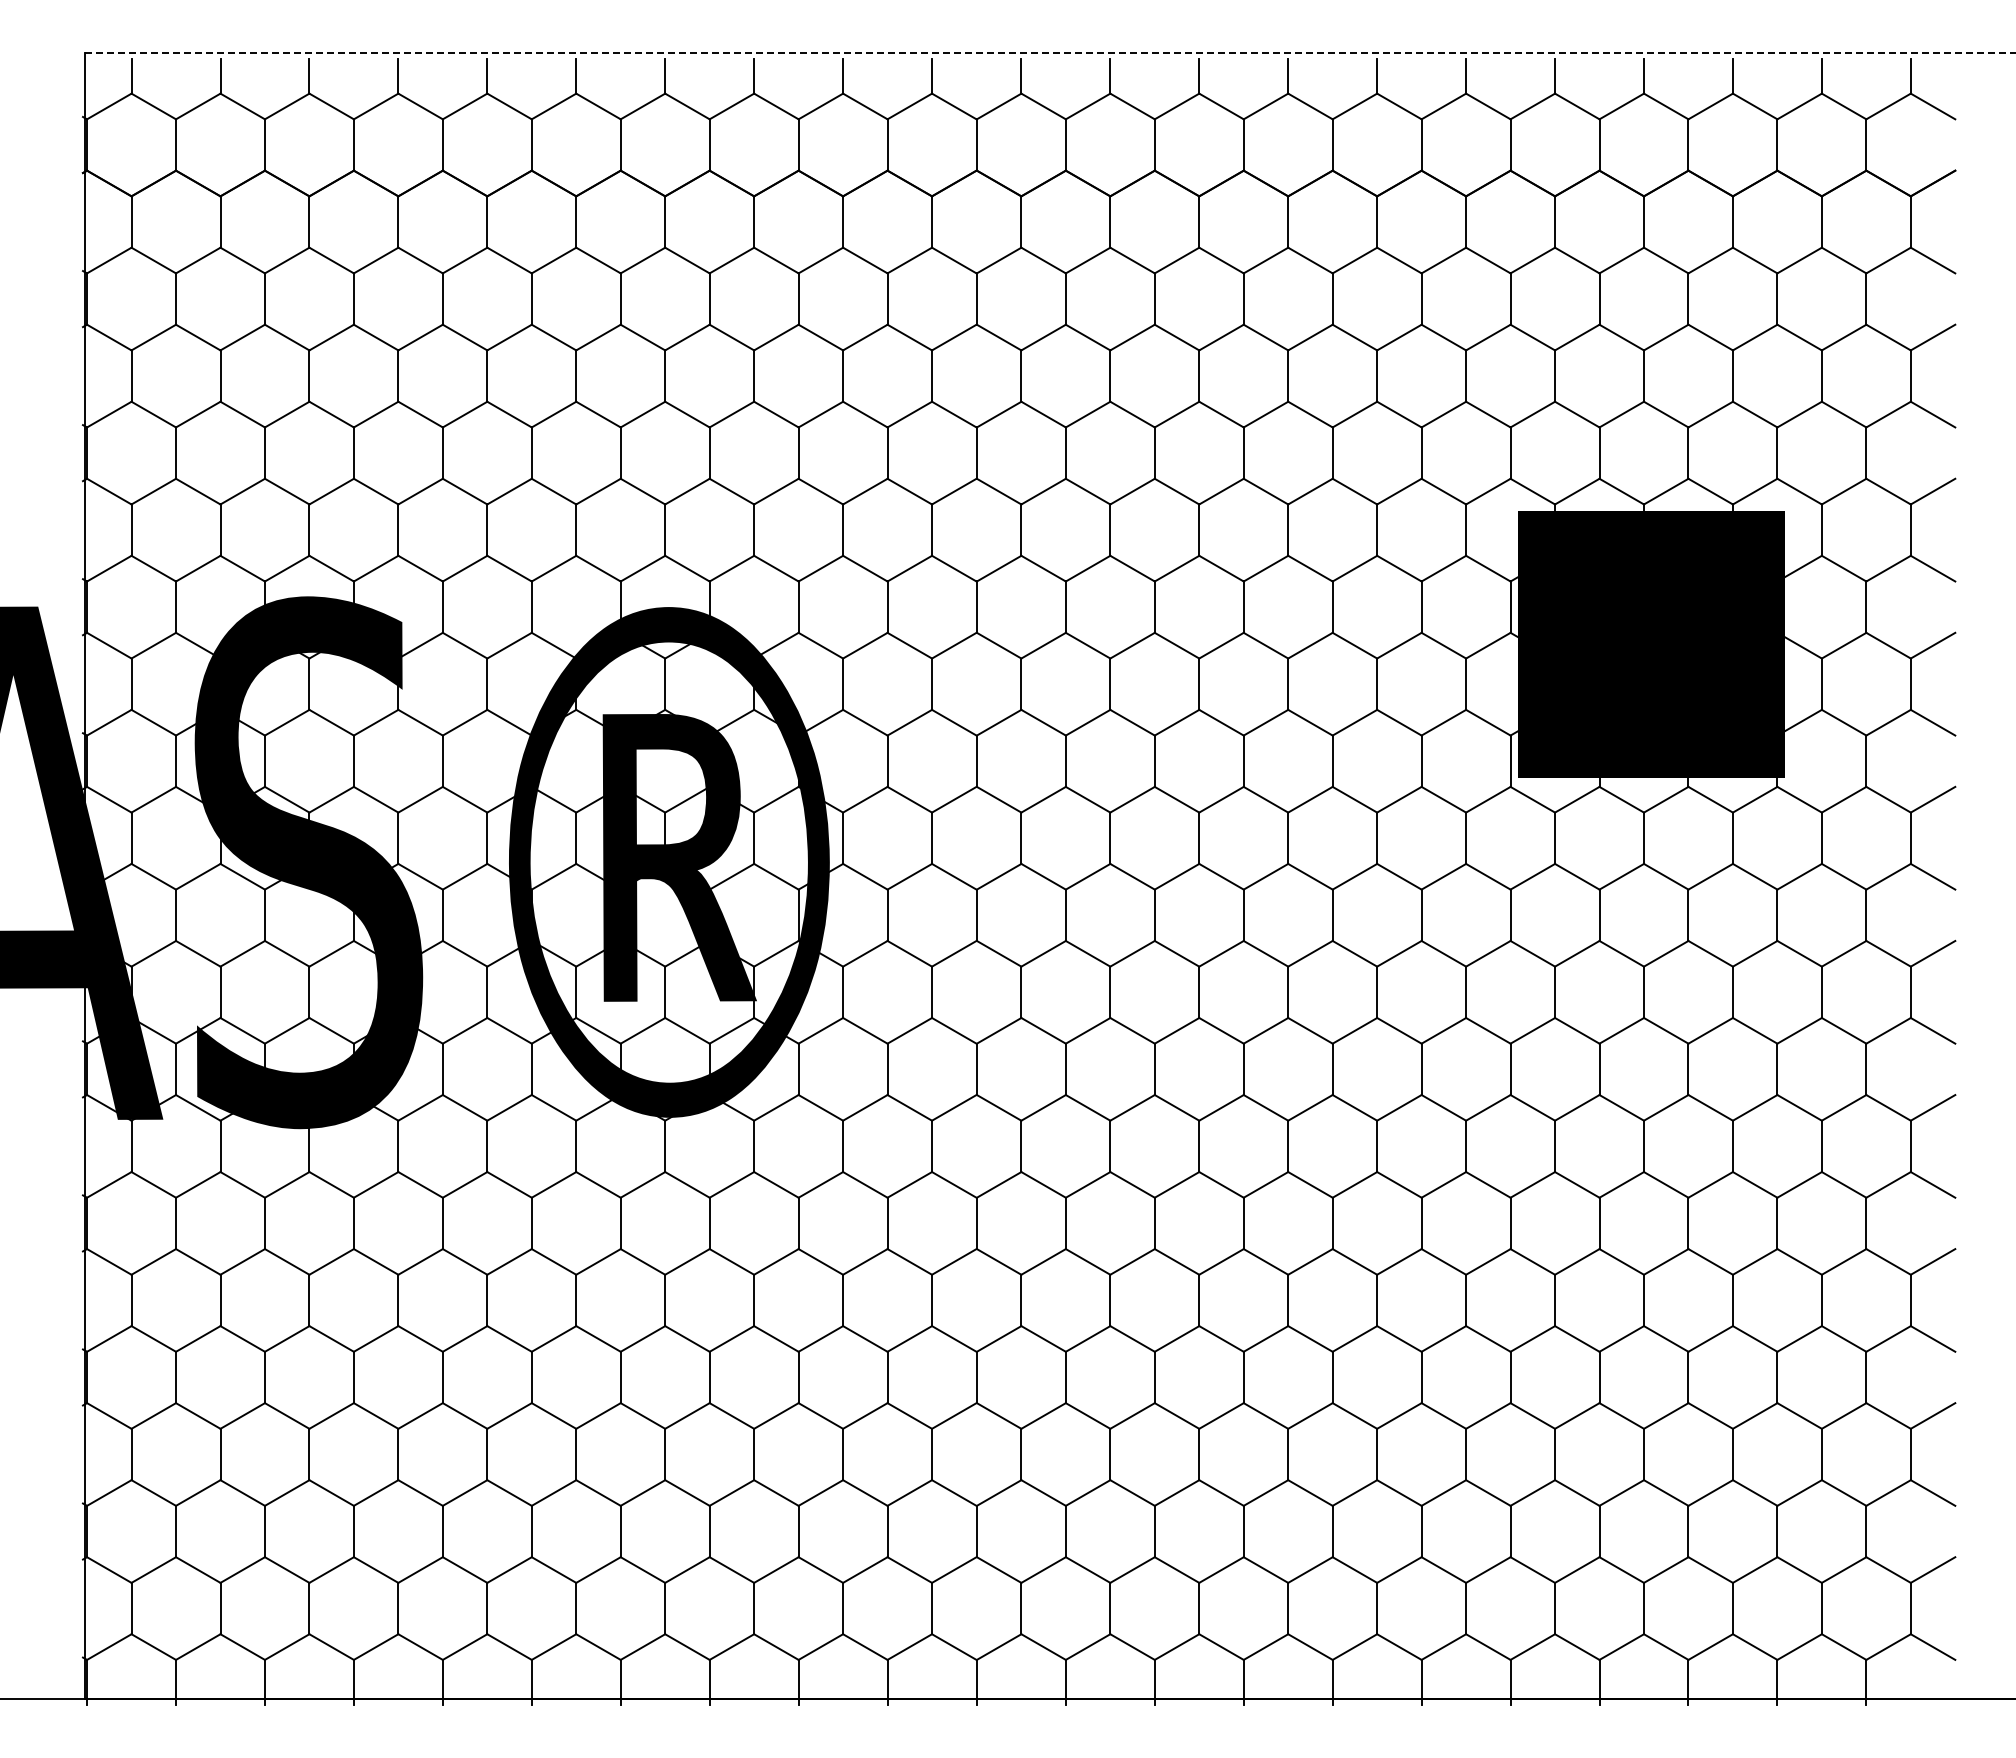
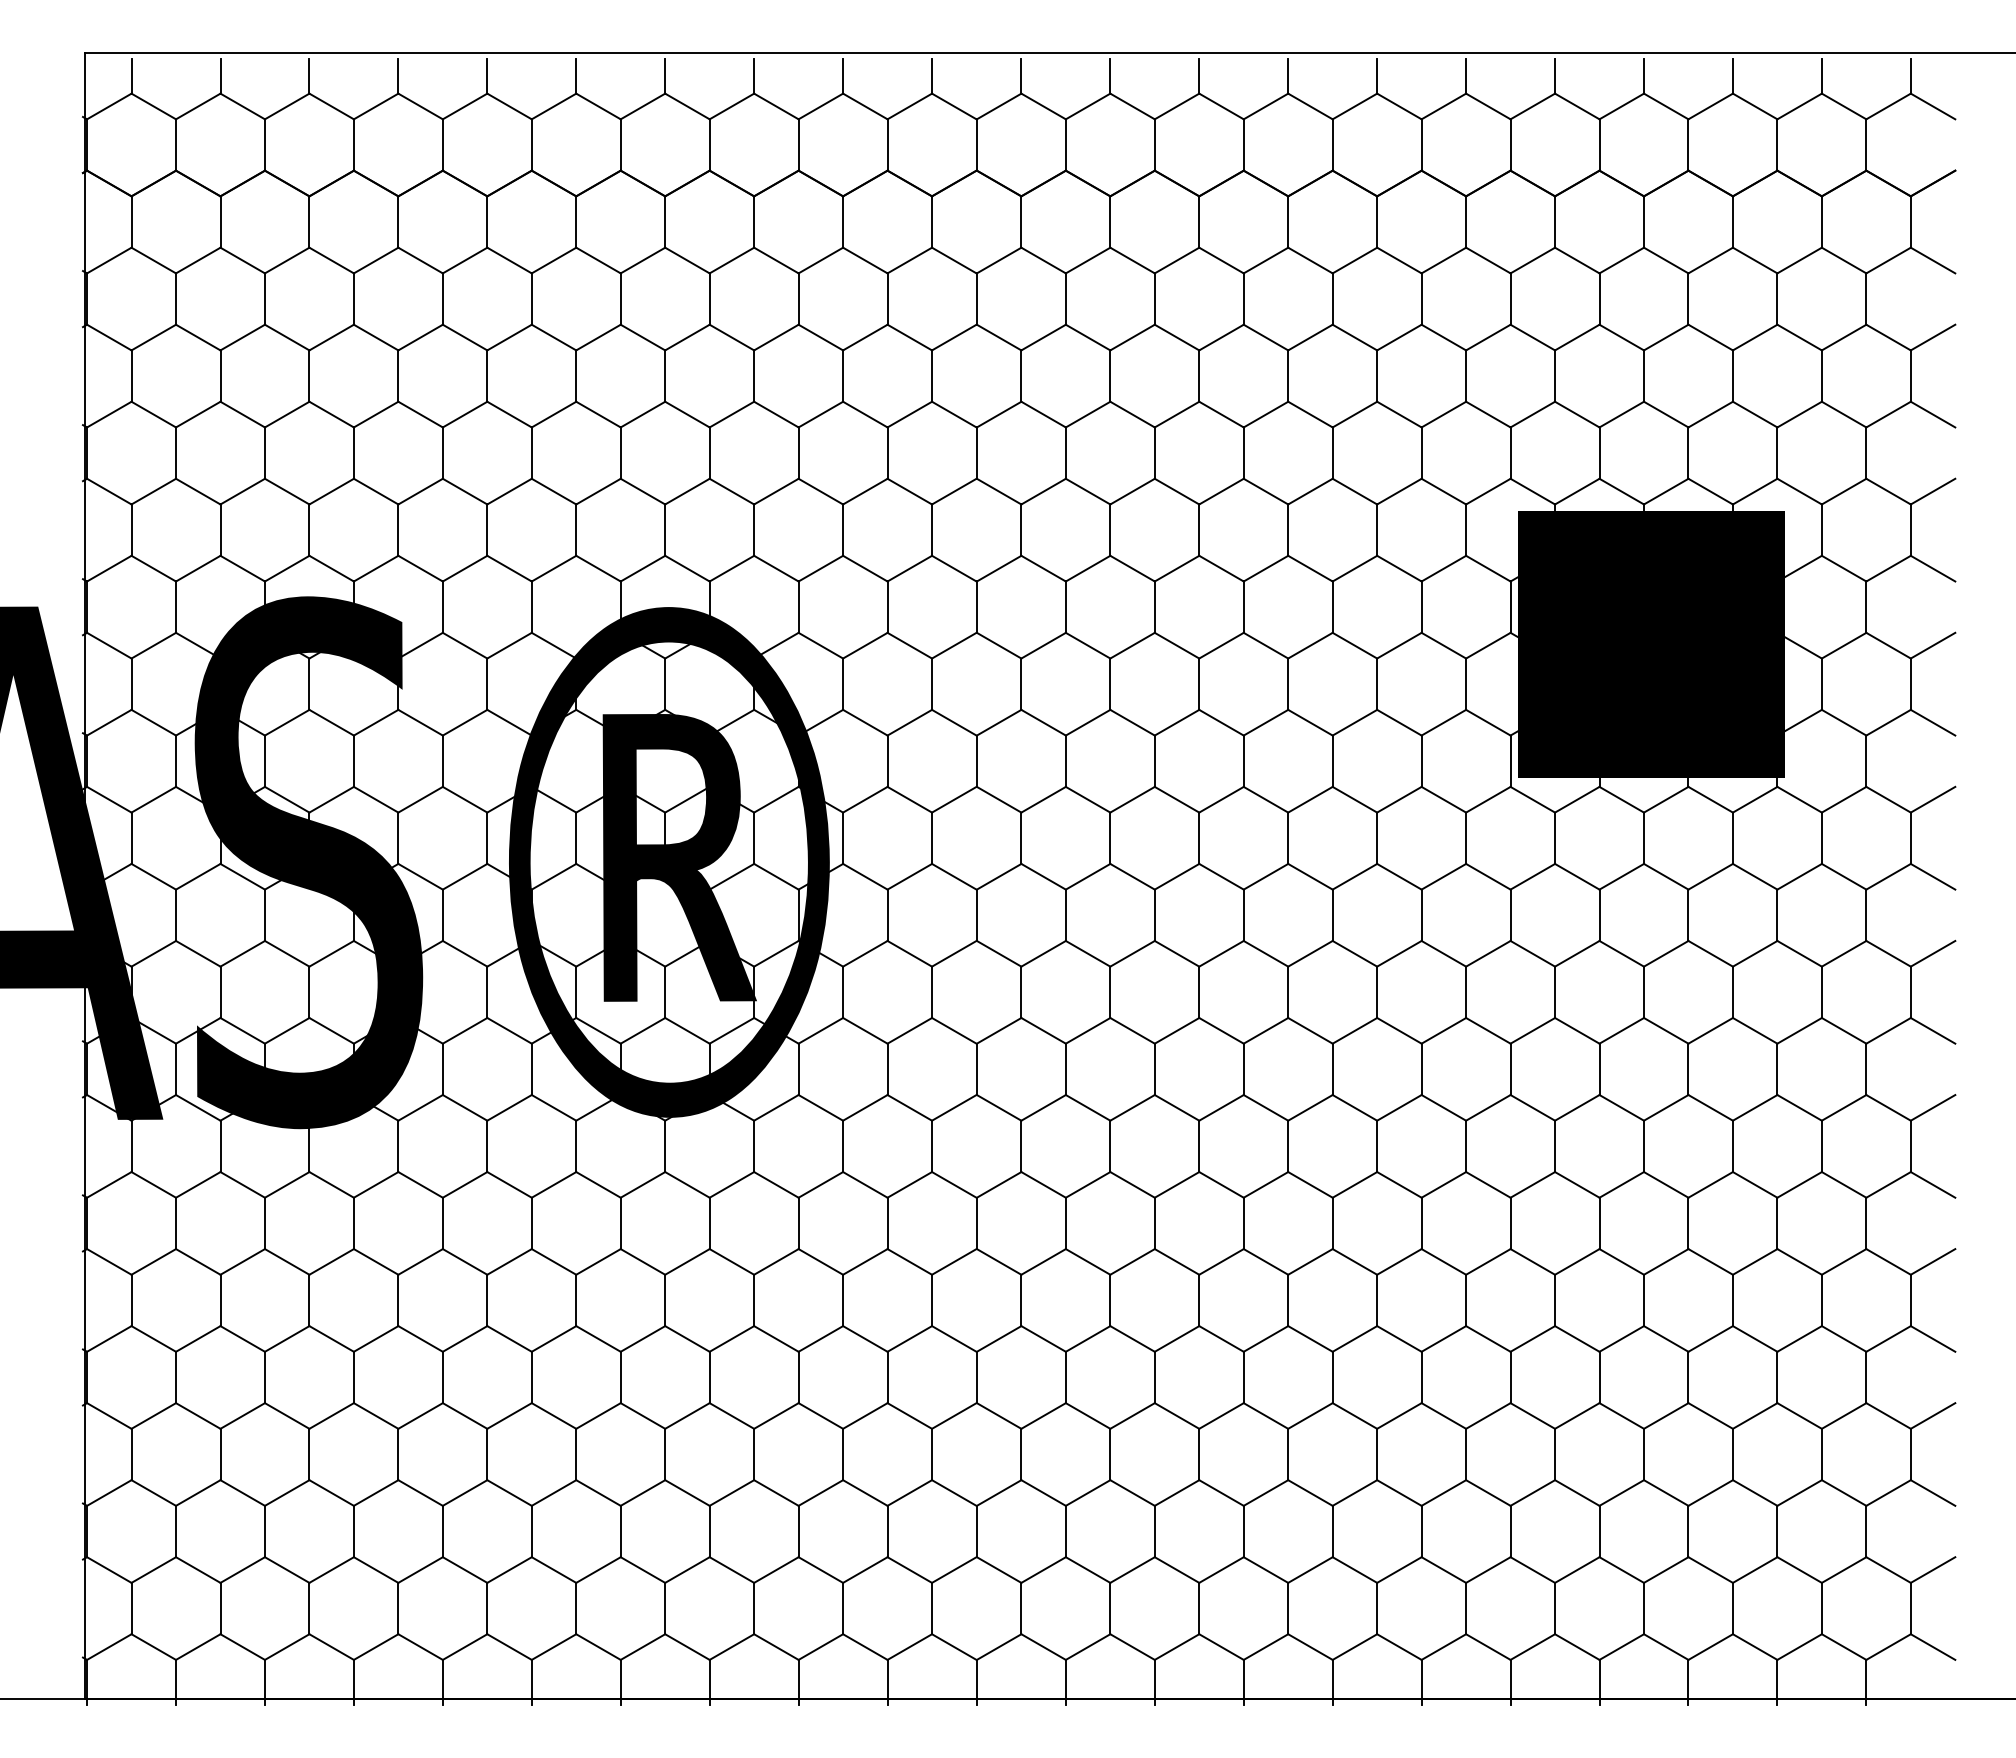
line at (1050, 52): dashed -> solid
